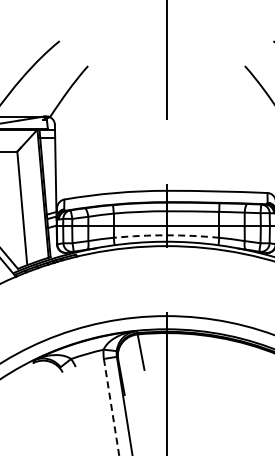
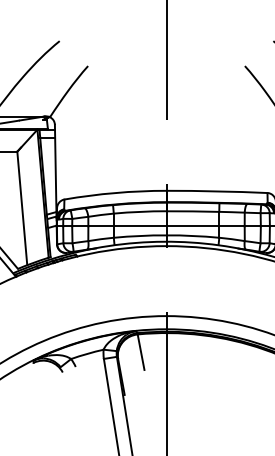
arc at (166, 235): dashed -> solid
line at (111, 407): dashed -> solid
